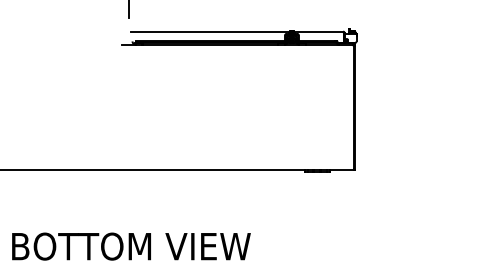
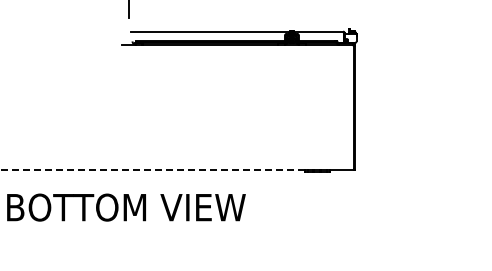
line at (152, 170): solid -> dashed
text at (131, 246) position: (131, 246) -> (126, 207)
